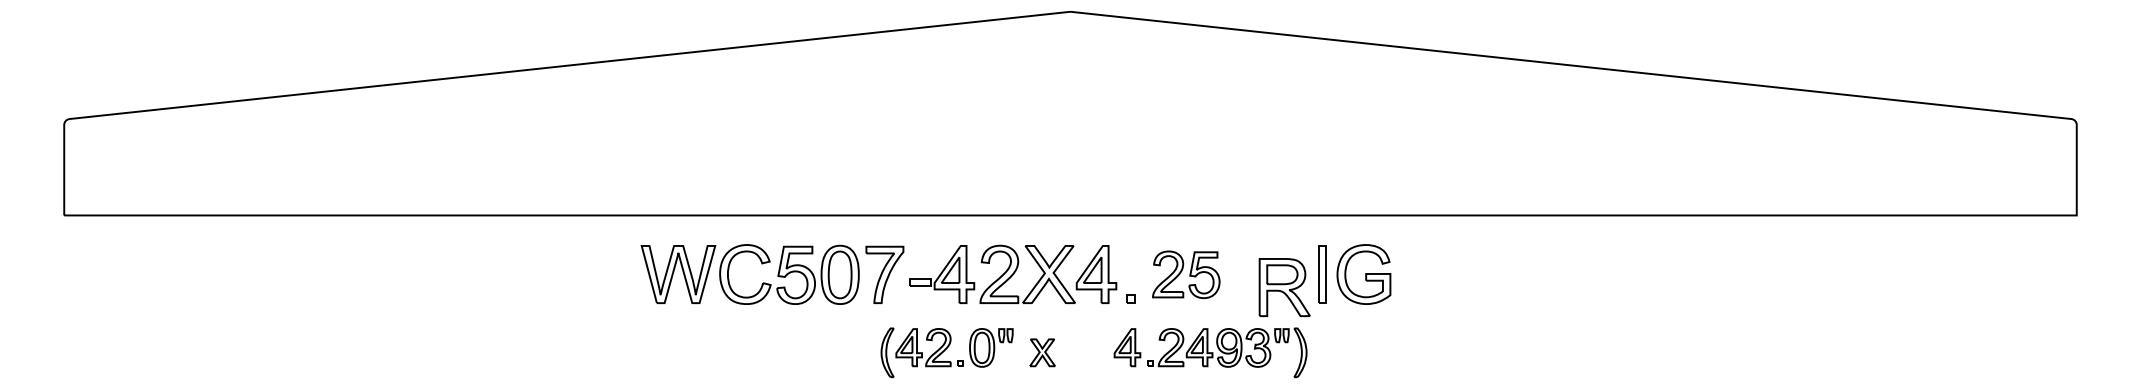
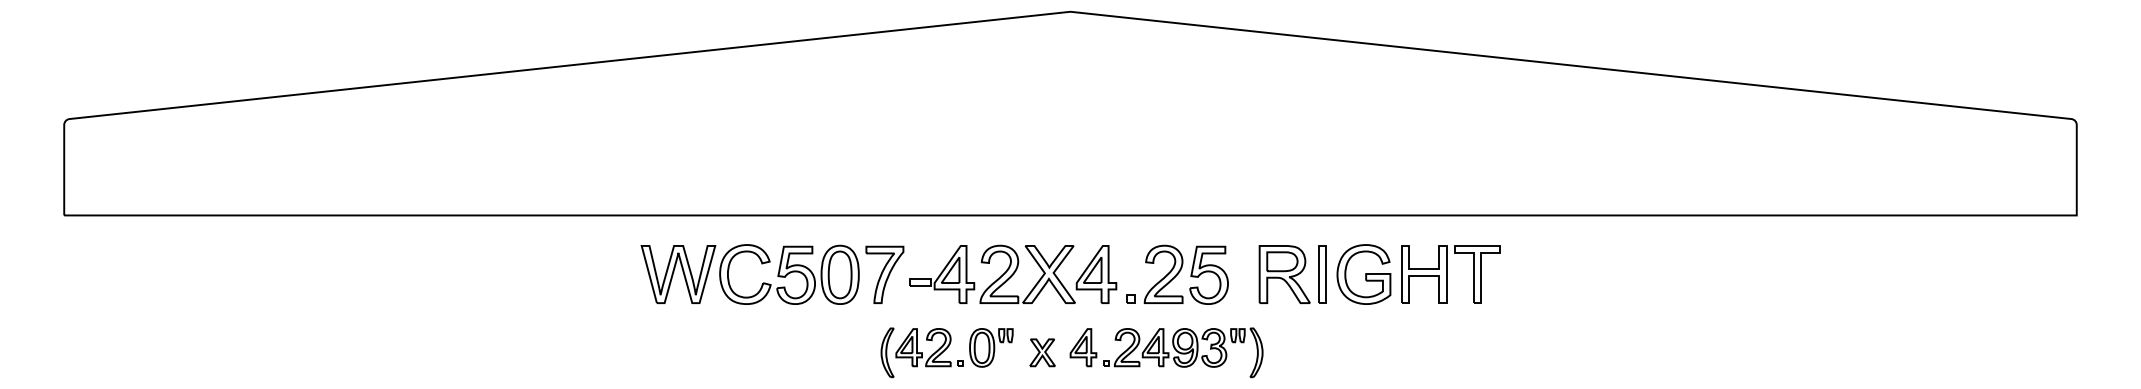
part at (1186, 274) size: 69x50 px -> 86x61 px
part at (1450, 274): none -> present
part at (1284, 287) position: (1284, 287) -> (1284, 274)
part at (1210, 352) position: (1210, 352) -> (1166, 352)
